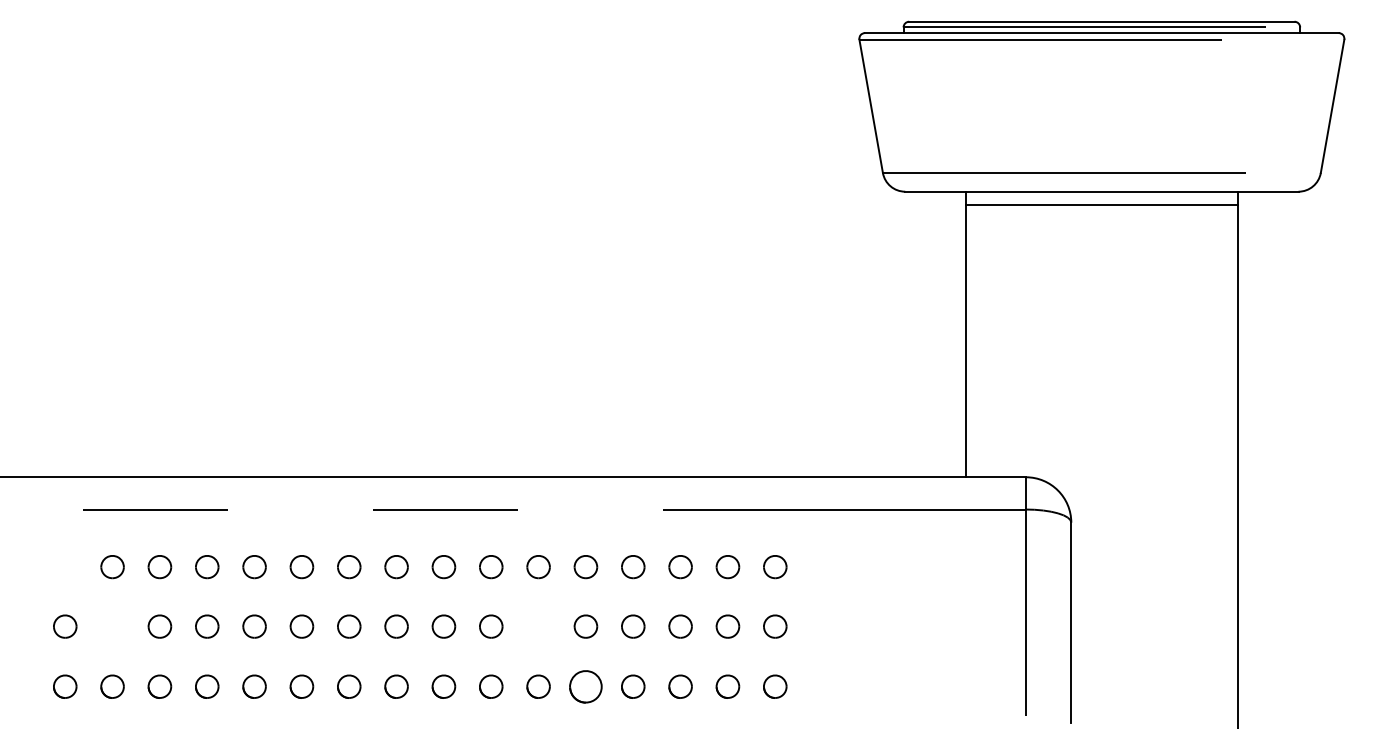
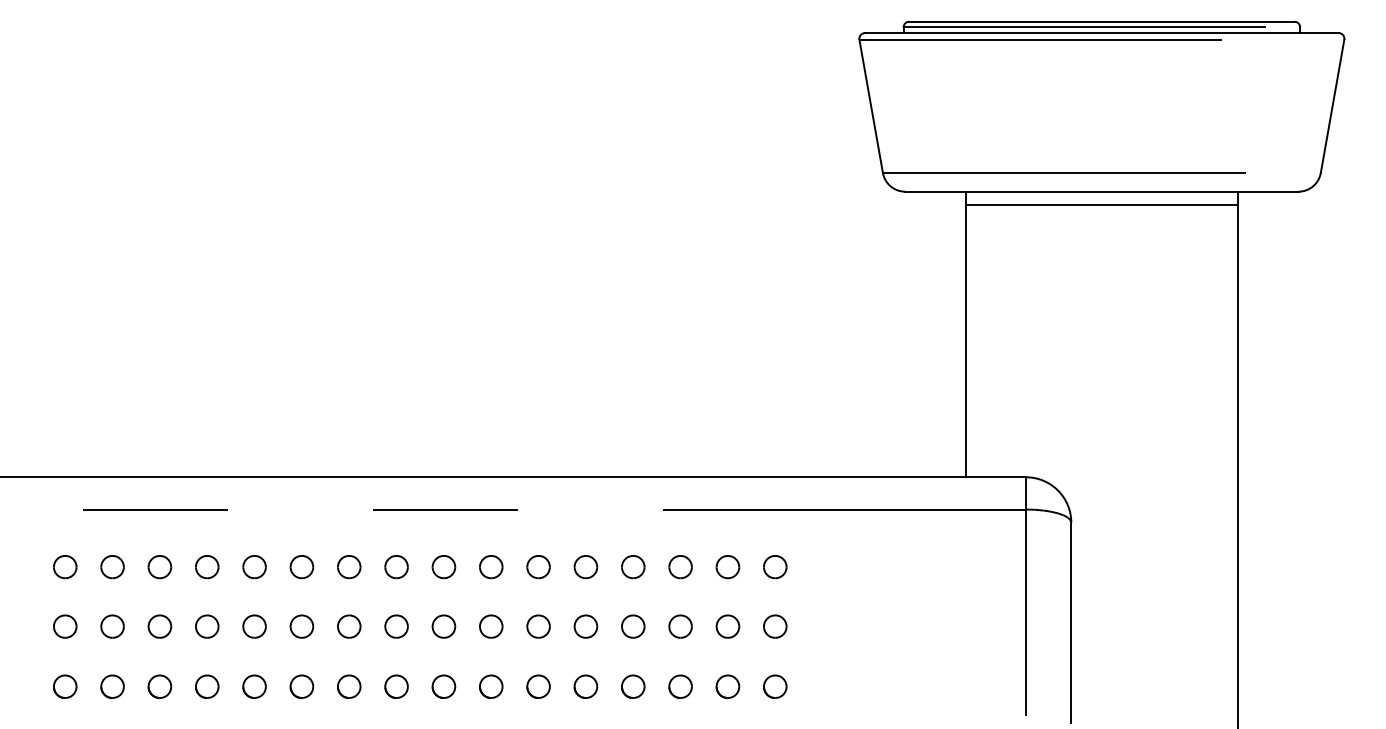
part at (65, 567): none -> present
part at (112, 626): none -> present
part at (538, 626): none -> present
part at (585, 686) size: 34x34 px -> 26x25 px
